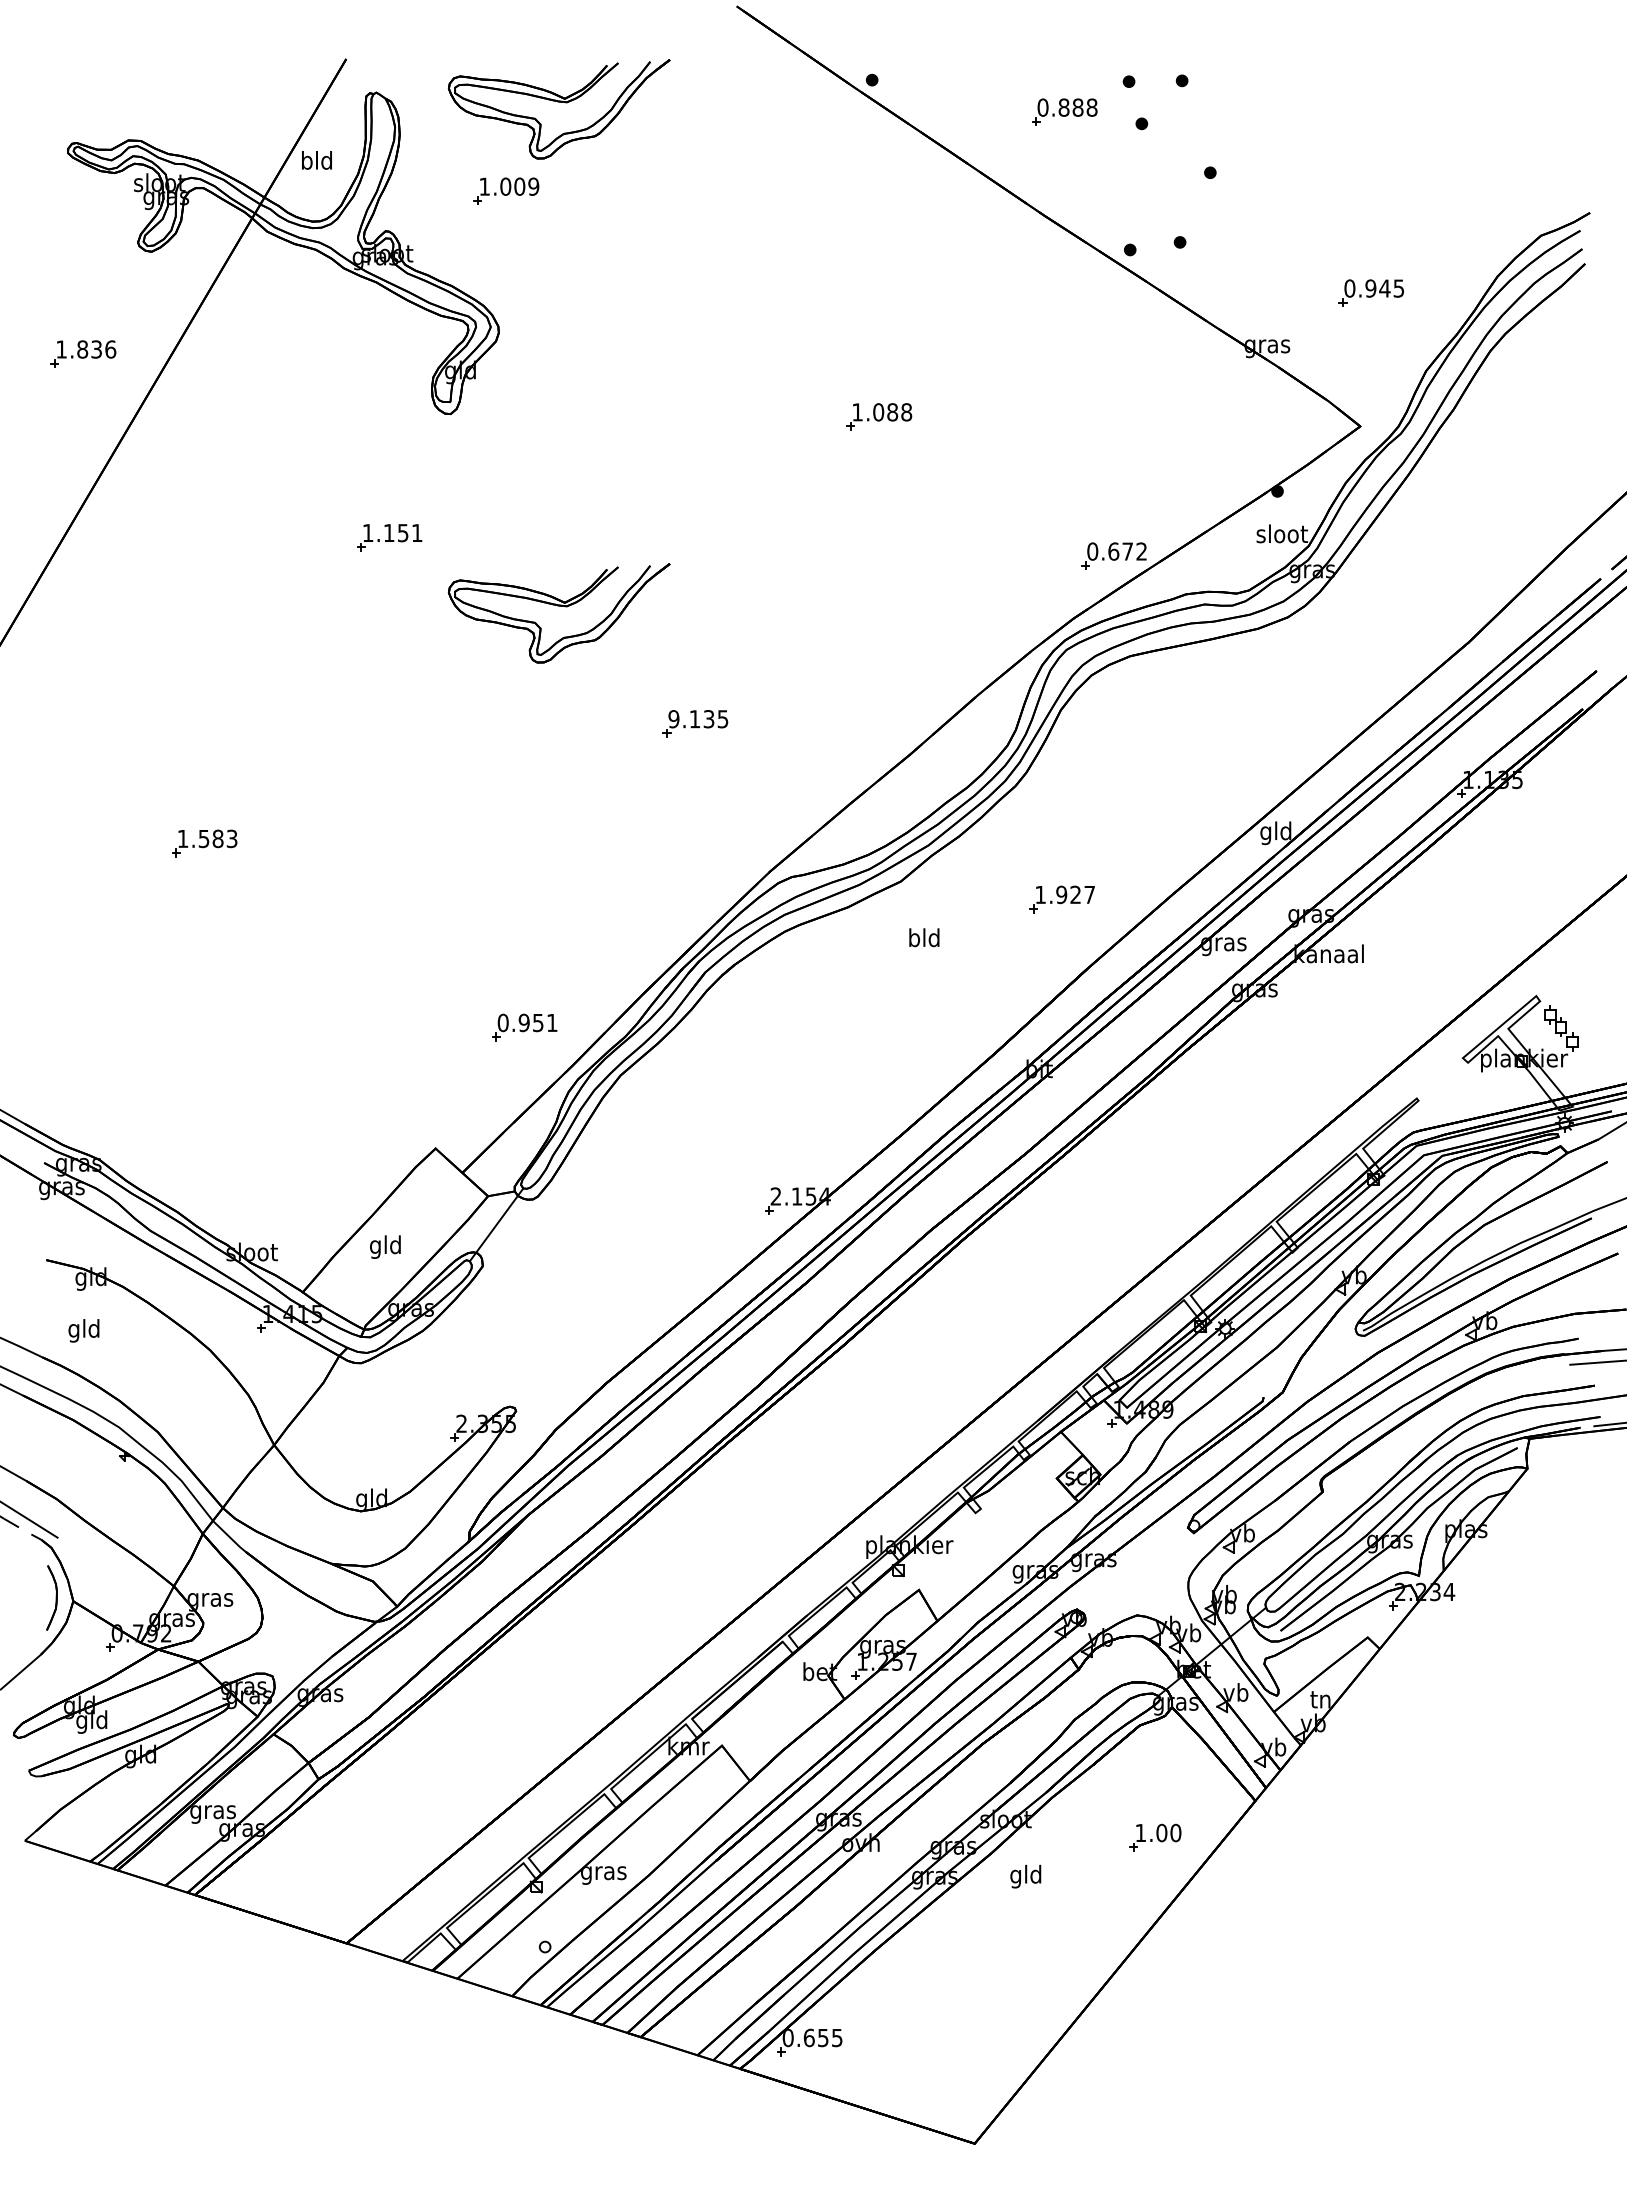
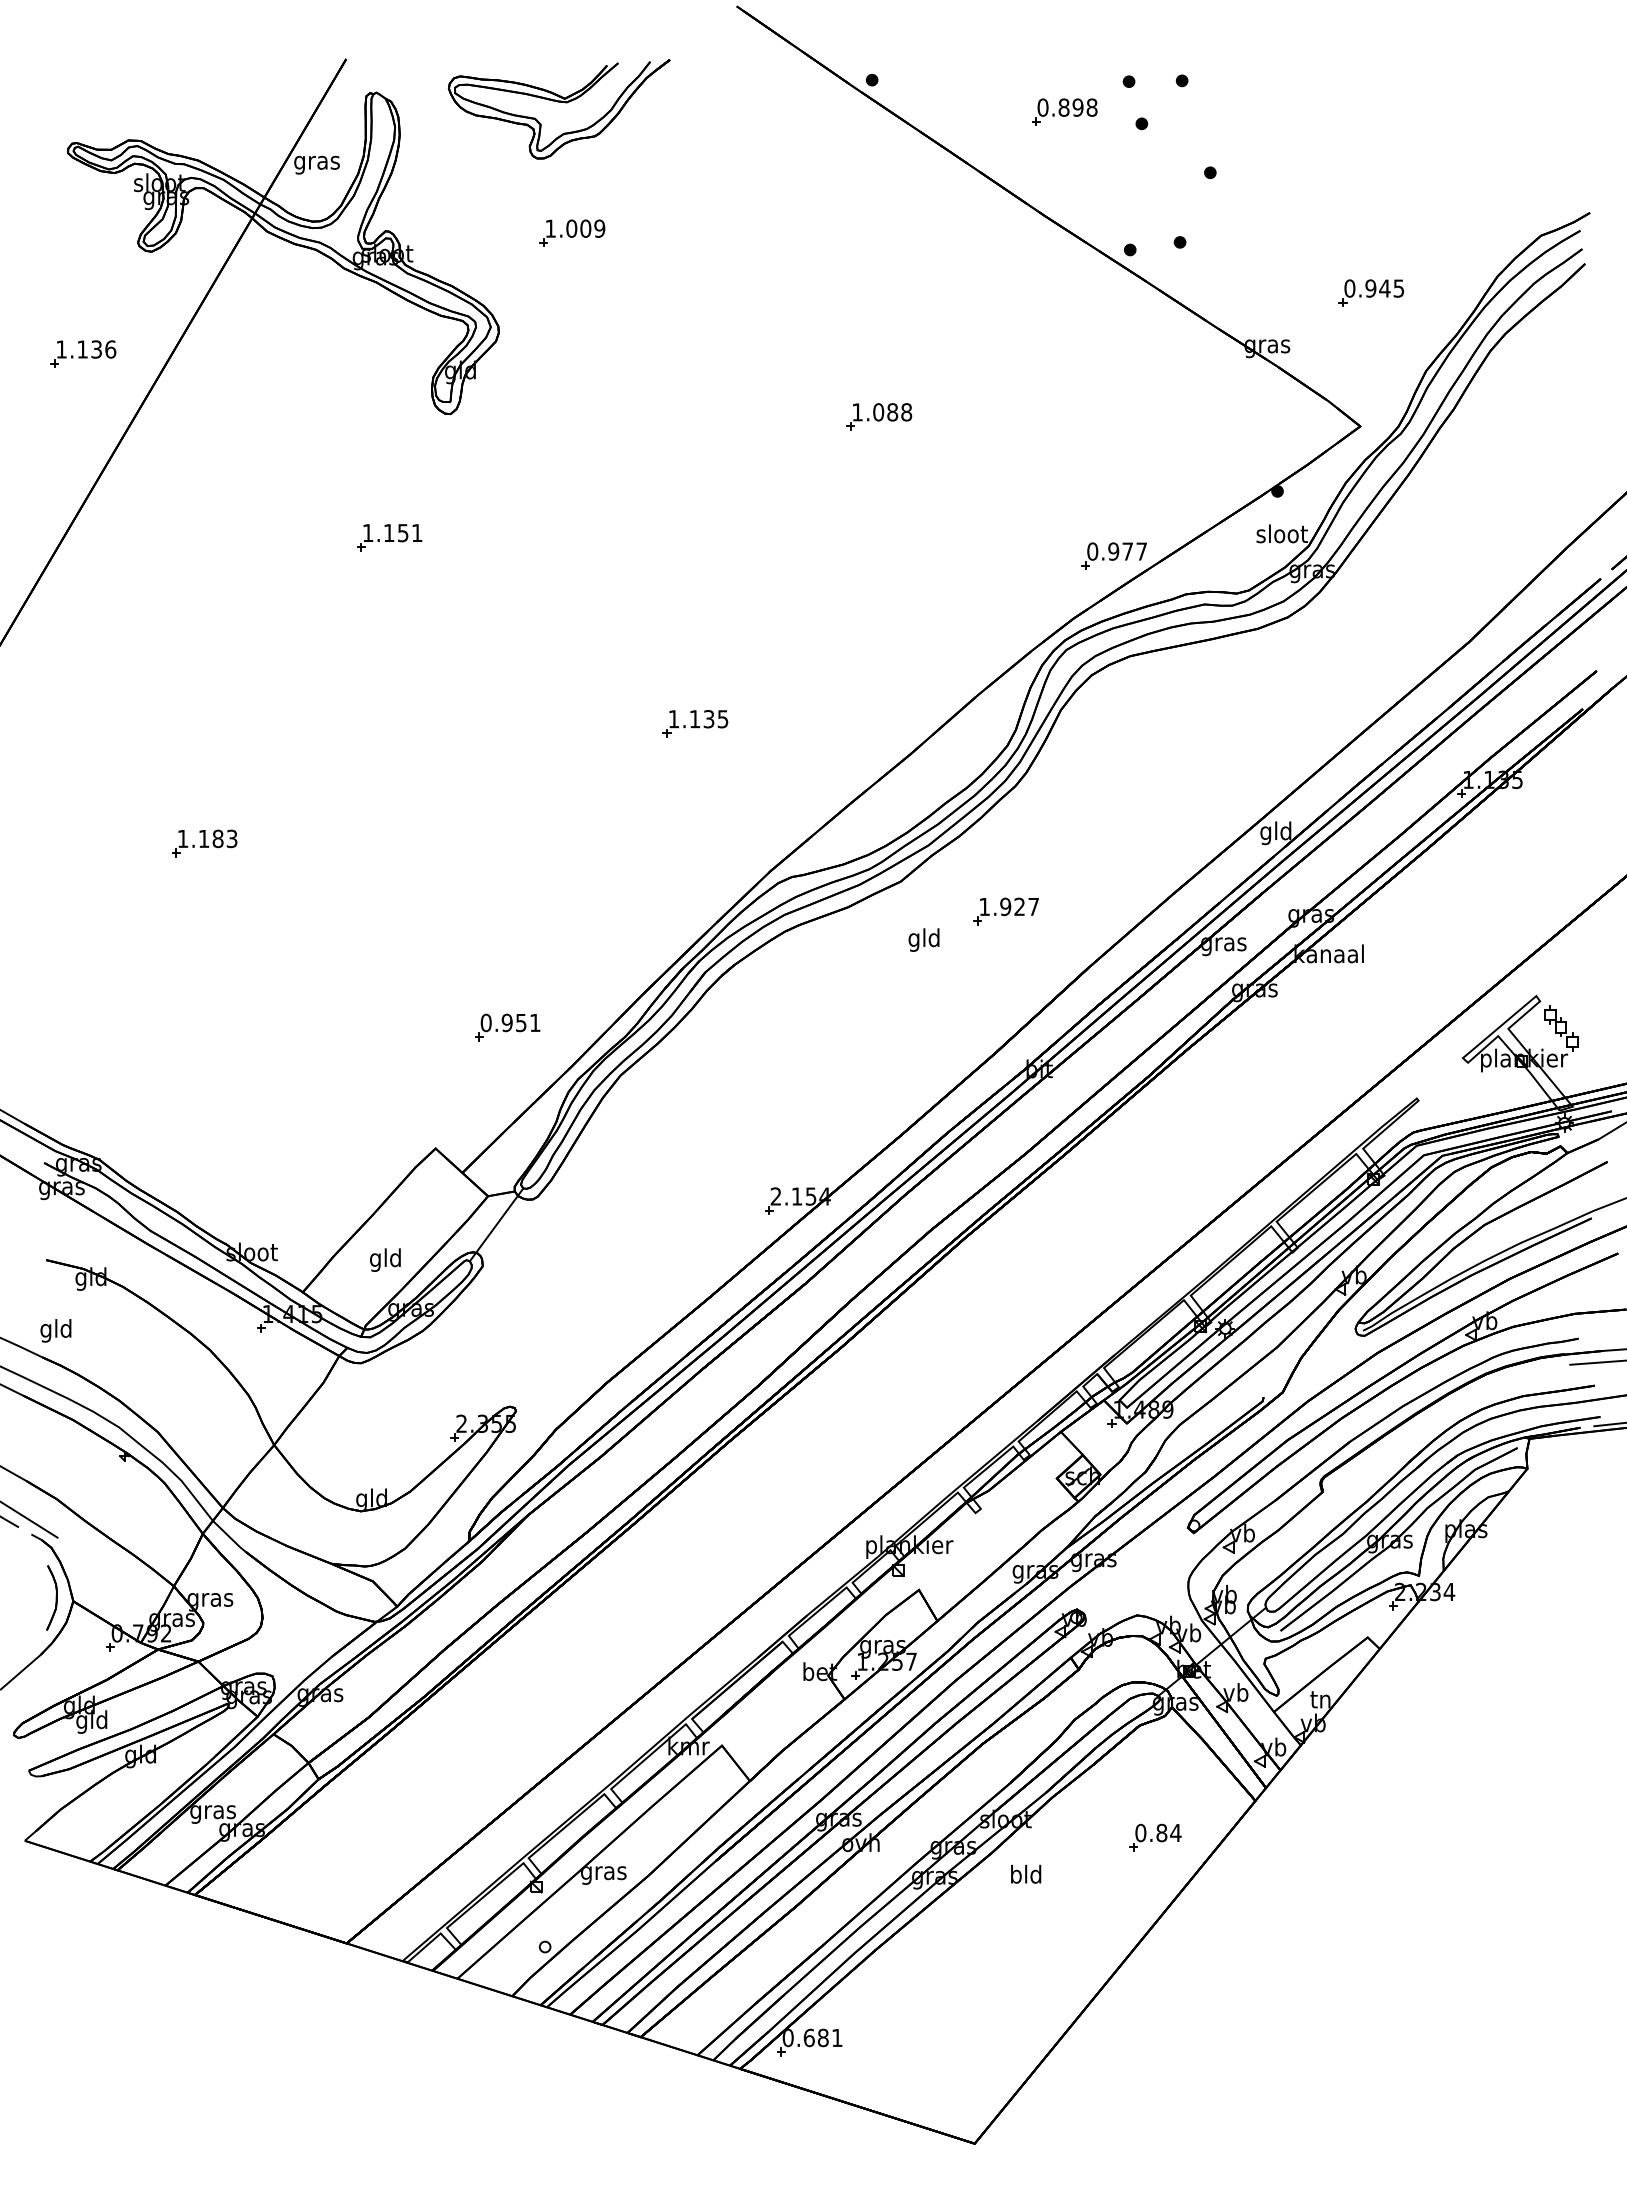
text at (1077, 107): 0.888 -> 0.898
text at (316, 162): bld -> gras
part at (506, 190) position: (506, 190) -> (572, 232)
text at (82, 349): 1.836 -> 1.136
text at (1127, 551): 0.672 -> 0.977
part at (558, 606): present -> none
text at (673, 719): 9.135 -> 1.135
text at (203, 839): 1.583 -> 1.183
part at (1061, 899) position: (1061, 899) -> (1005, 911)
text at (914, 939): bld -> gld
part at (524, 1027) position: (524, 1027) -> (507, 1027)
text at (385, 1246) position: (385, 1246) -> (385, 1259)
text at (83, 1330) position: (83, 1330) -> (55, 1330)
text at (1158, 1832): 1.00 -> 0.84
text at (1015, 1876): gld -> bld
text at (829, 2037): 0.655 -> 0.681
